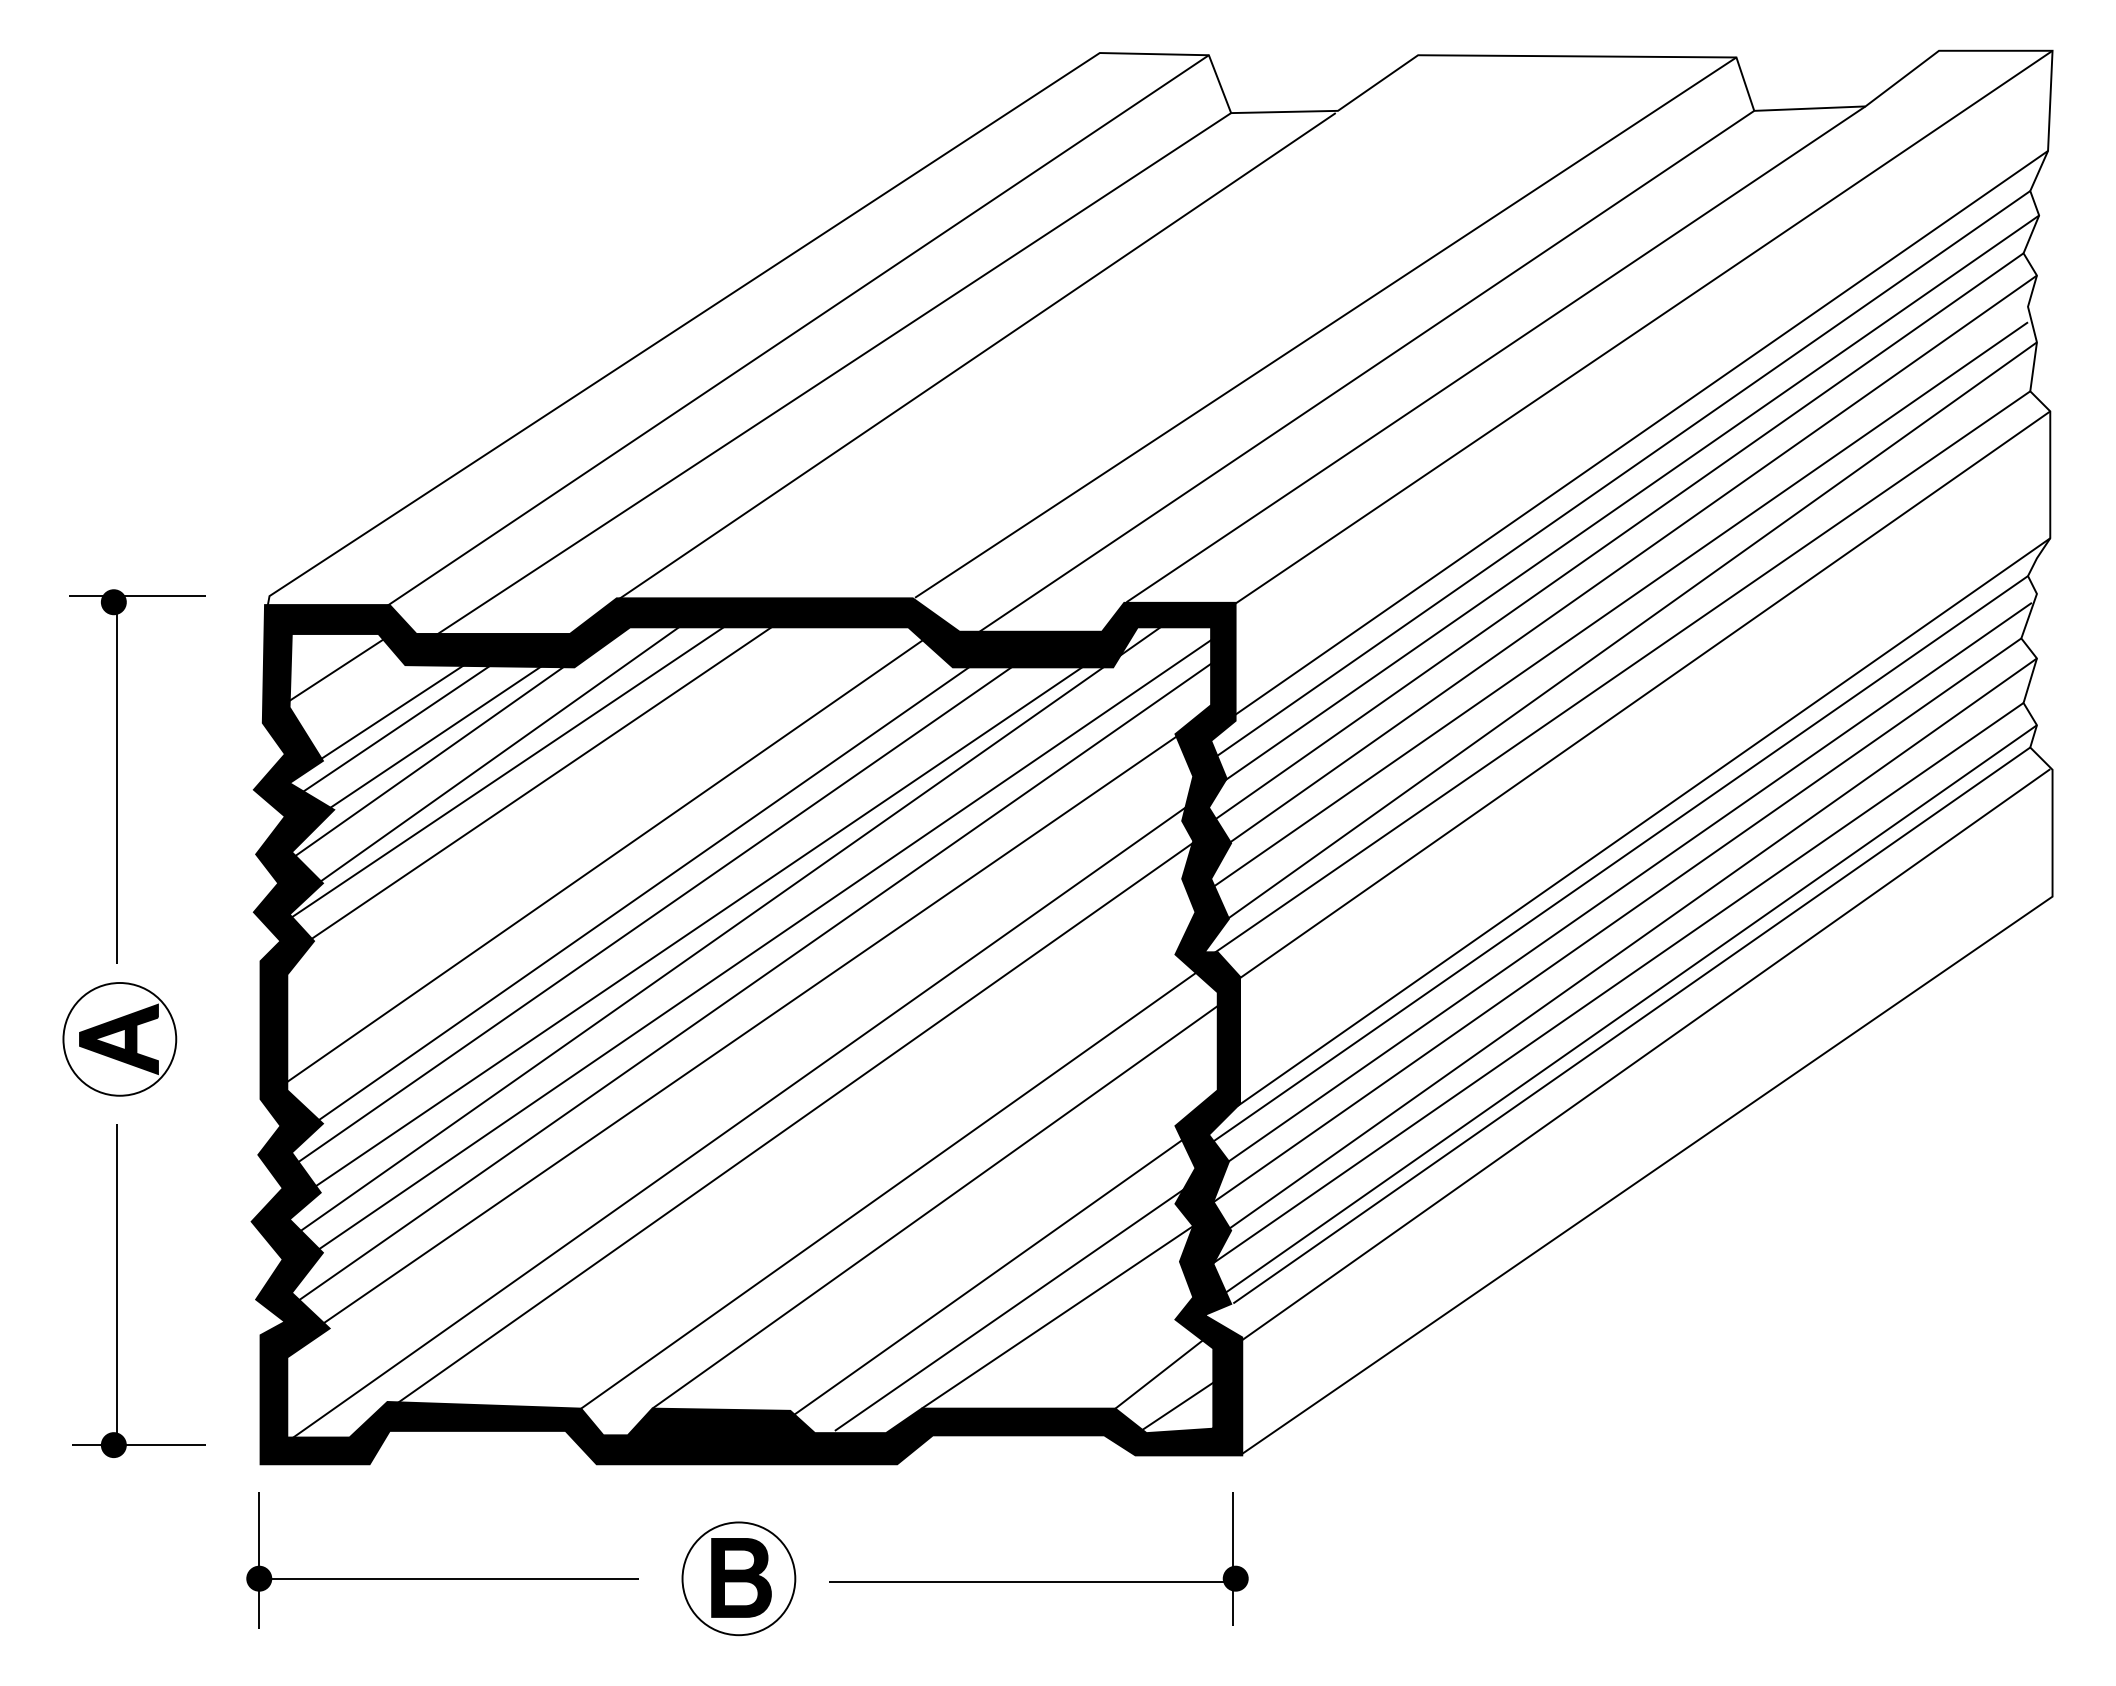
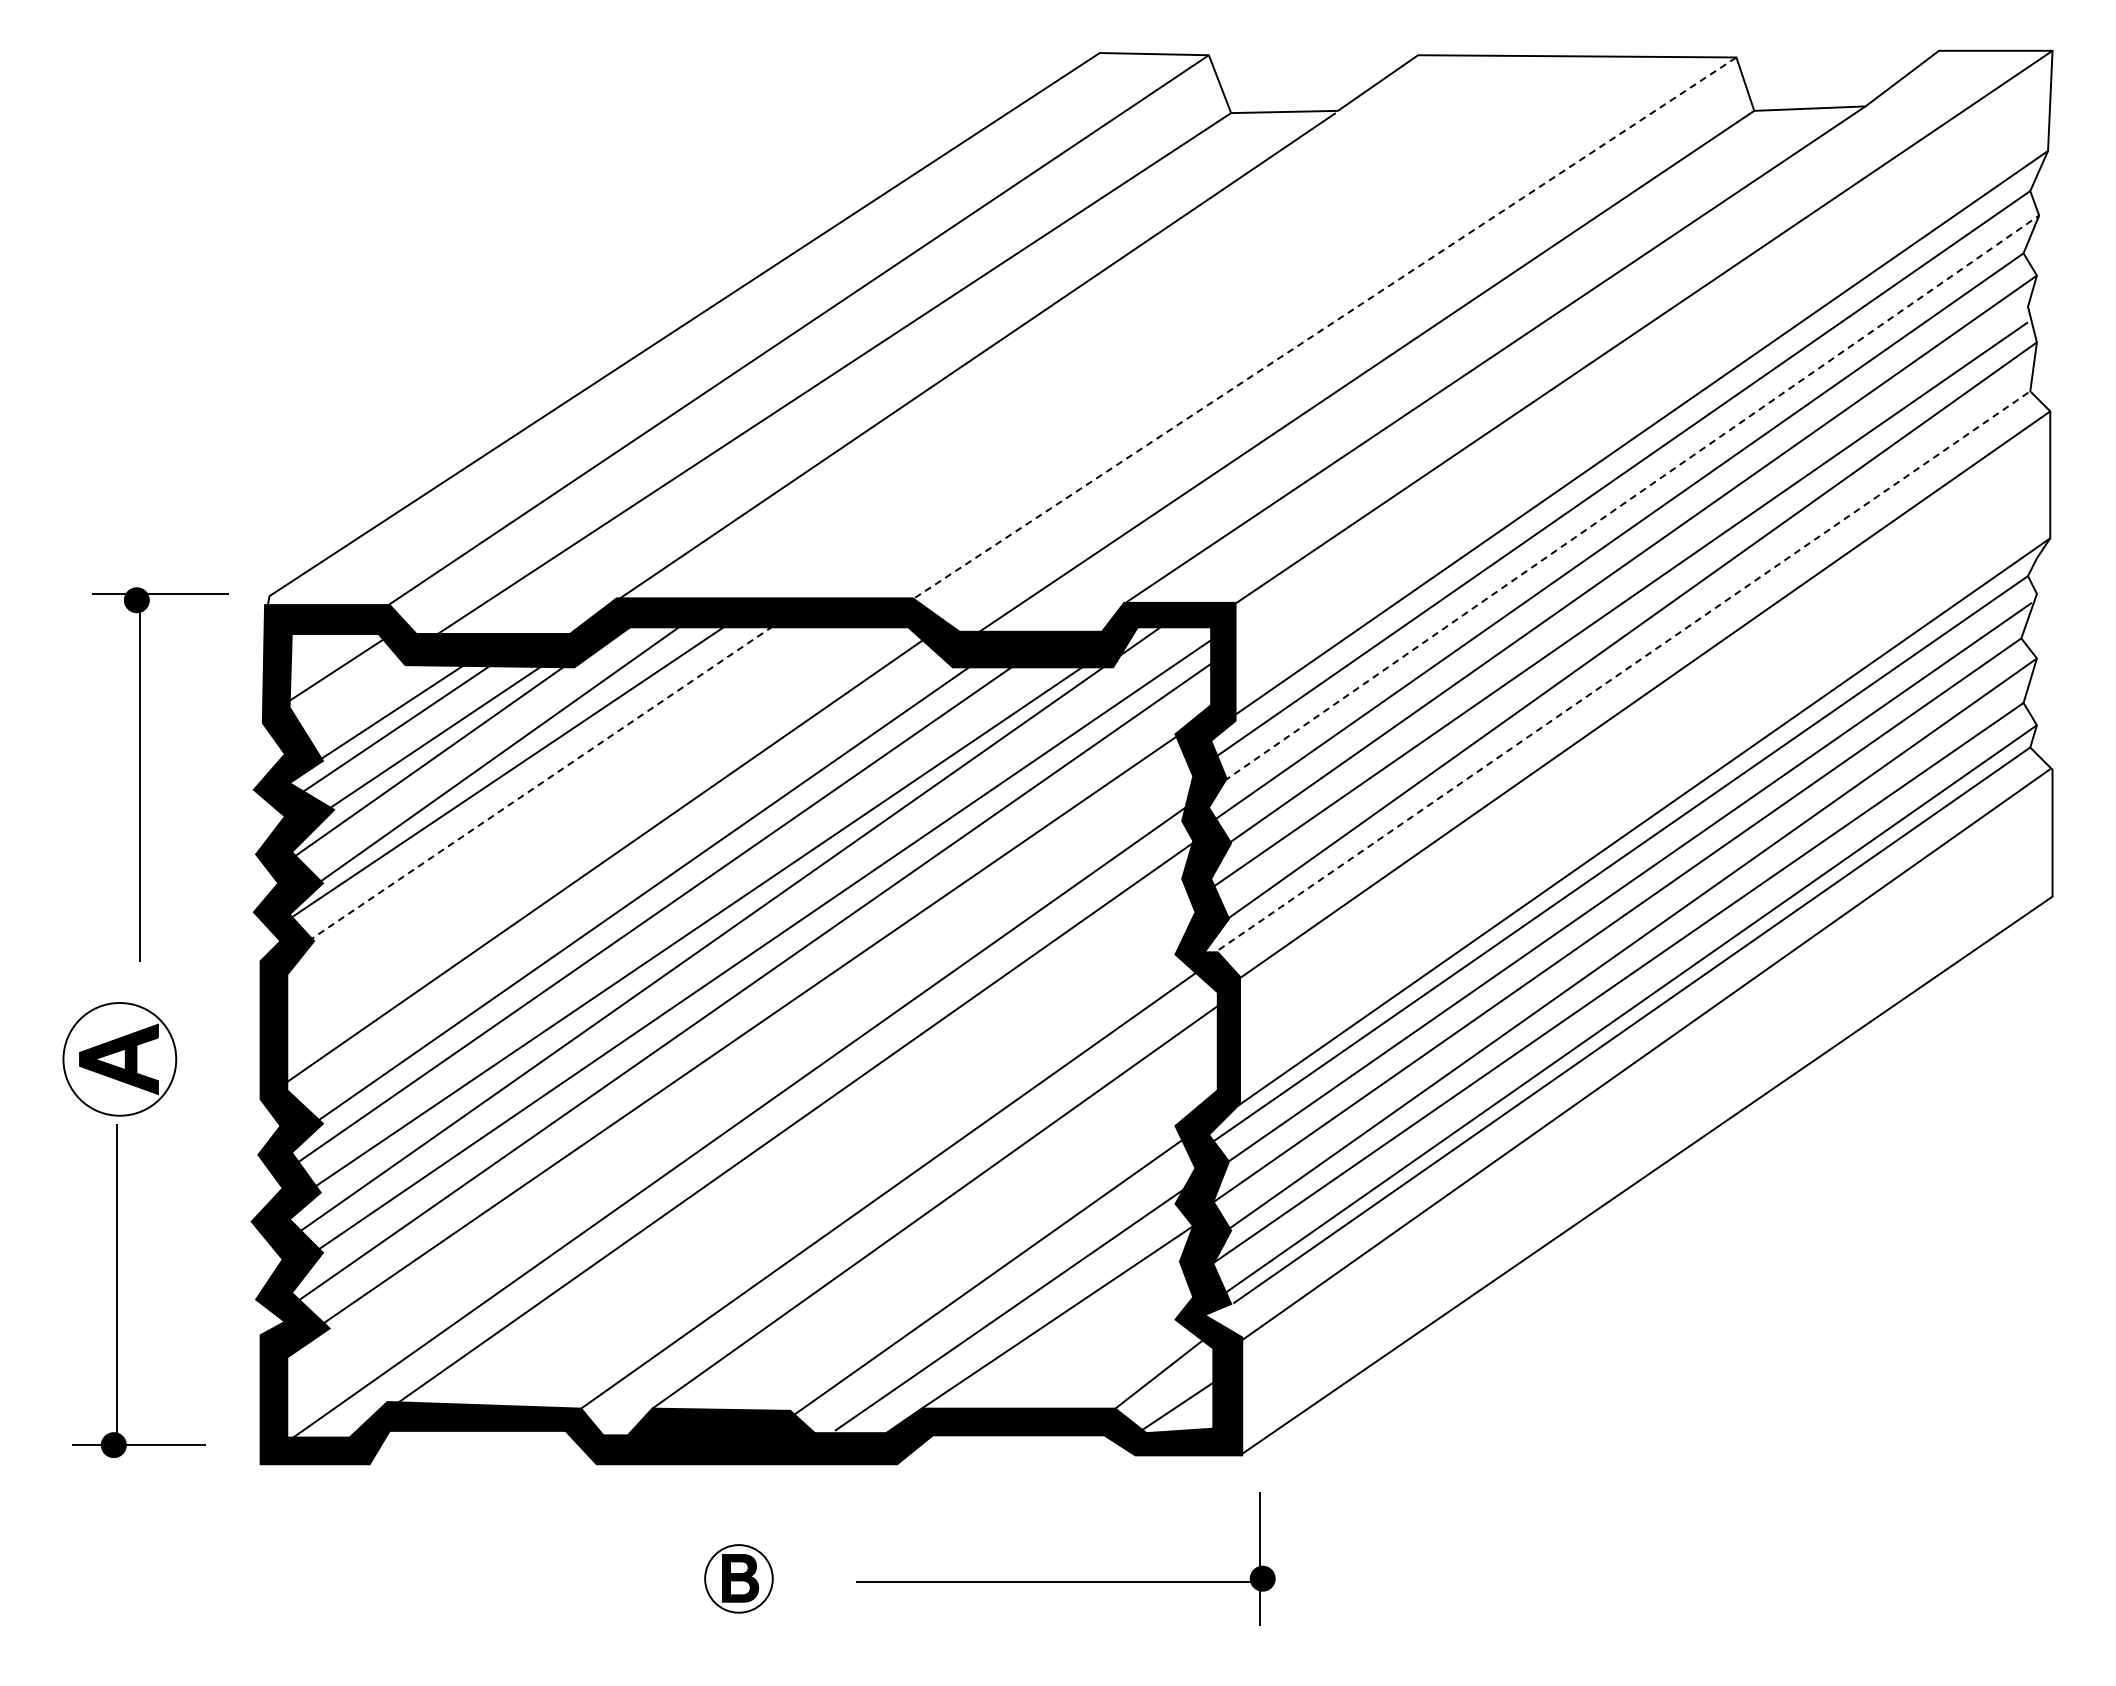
line at (1325, 327): solid -> dashed
line at (1631, 498): solid -> dashed
line at (1619, 674): solid -> dashed
part at (117, 776) position: (117, 776) -> (140, 774)
line at (536, 786): solid -> dashed
part at (119, 1039) position: (119, 1039) -> (119, 1059)
part at (442, 1578): present -> none
part at (738, 1578) size: 116x116 px -> 70x70 px
part at (1038, 1581) position: (1038, 1581) -> (1065, 1581)
